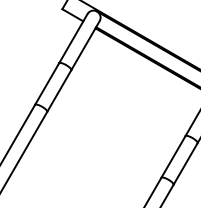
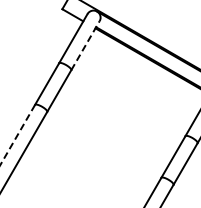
line at (85, 45): solid -> dashed
line at (17, 135): solid -> dashed
